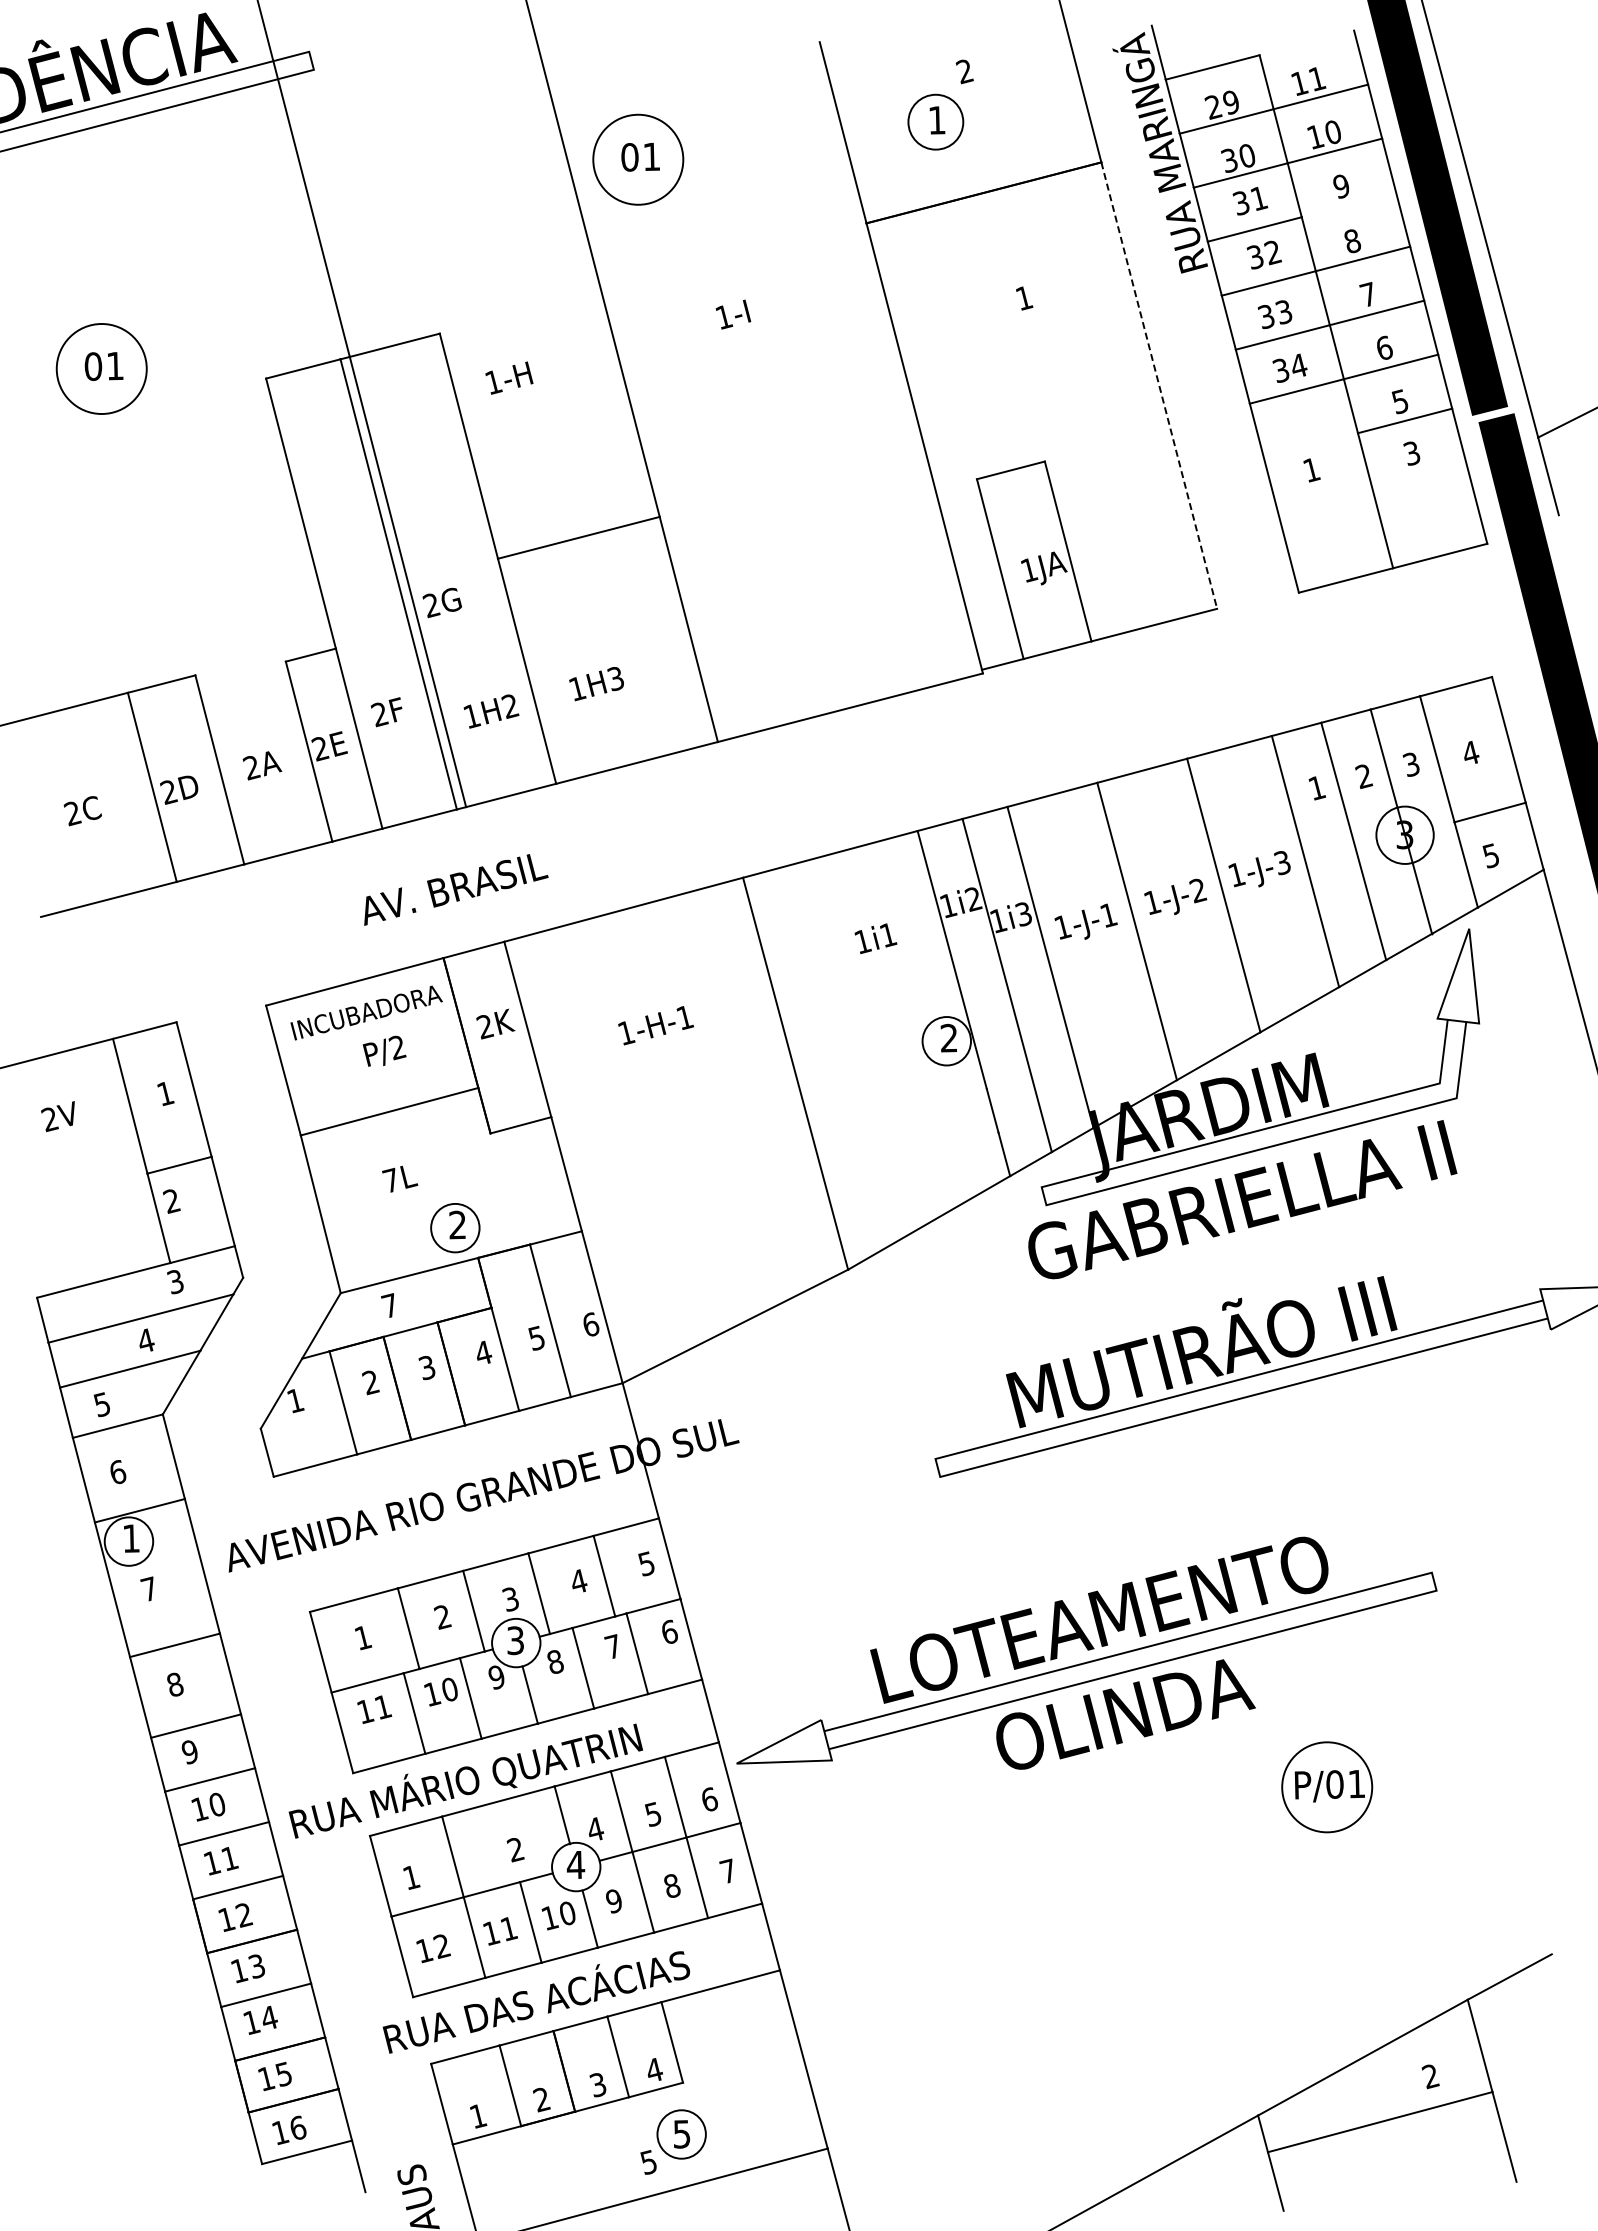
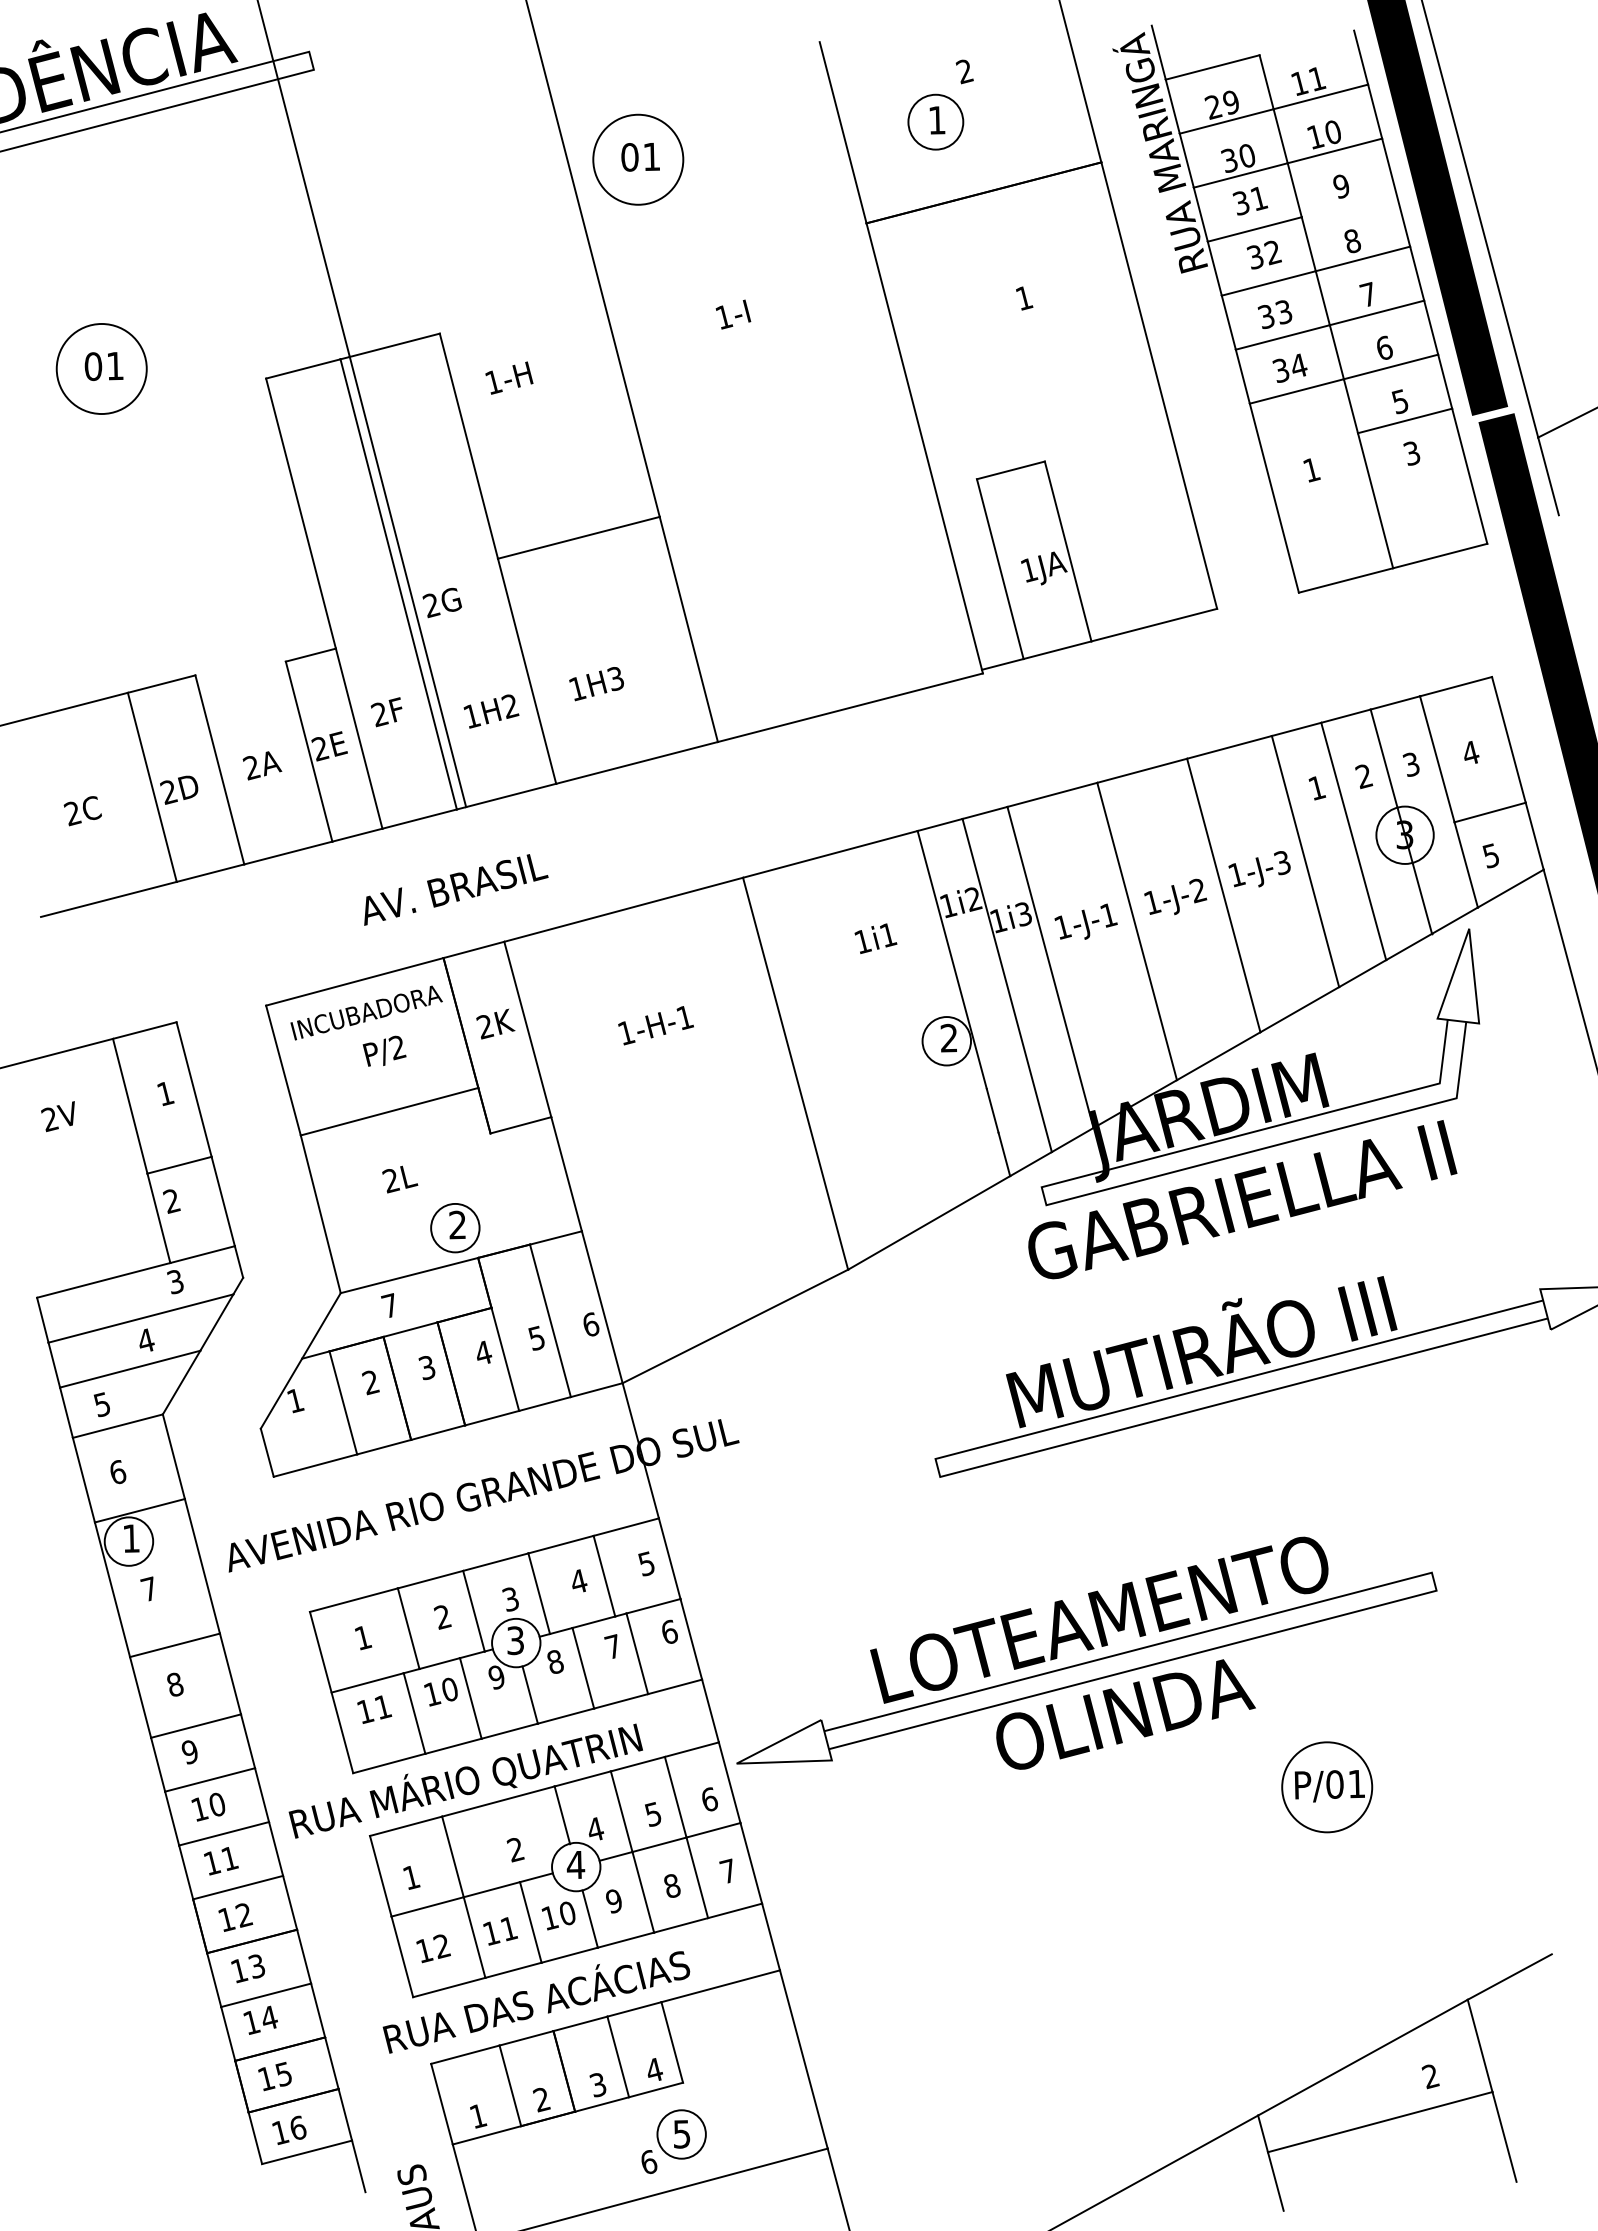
line at (1159, 385): dashed -> solid
text at (390, 1180): 7L -> 2L
text at (648, 2162): 5 -> 6
